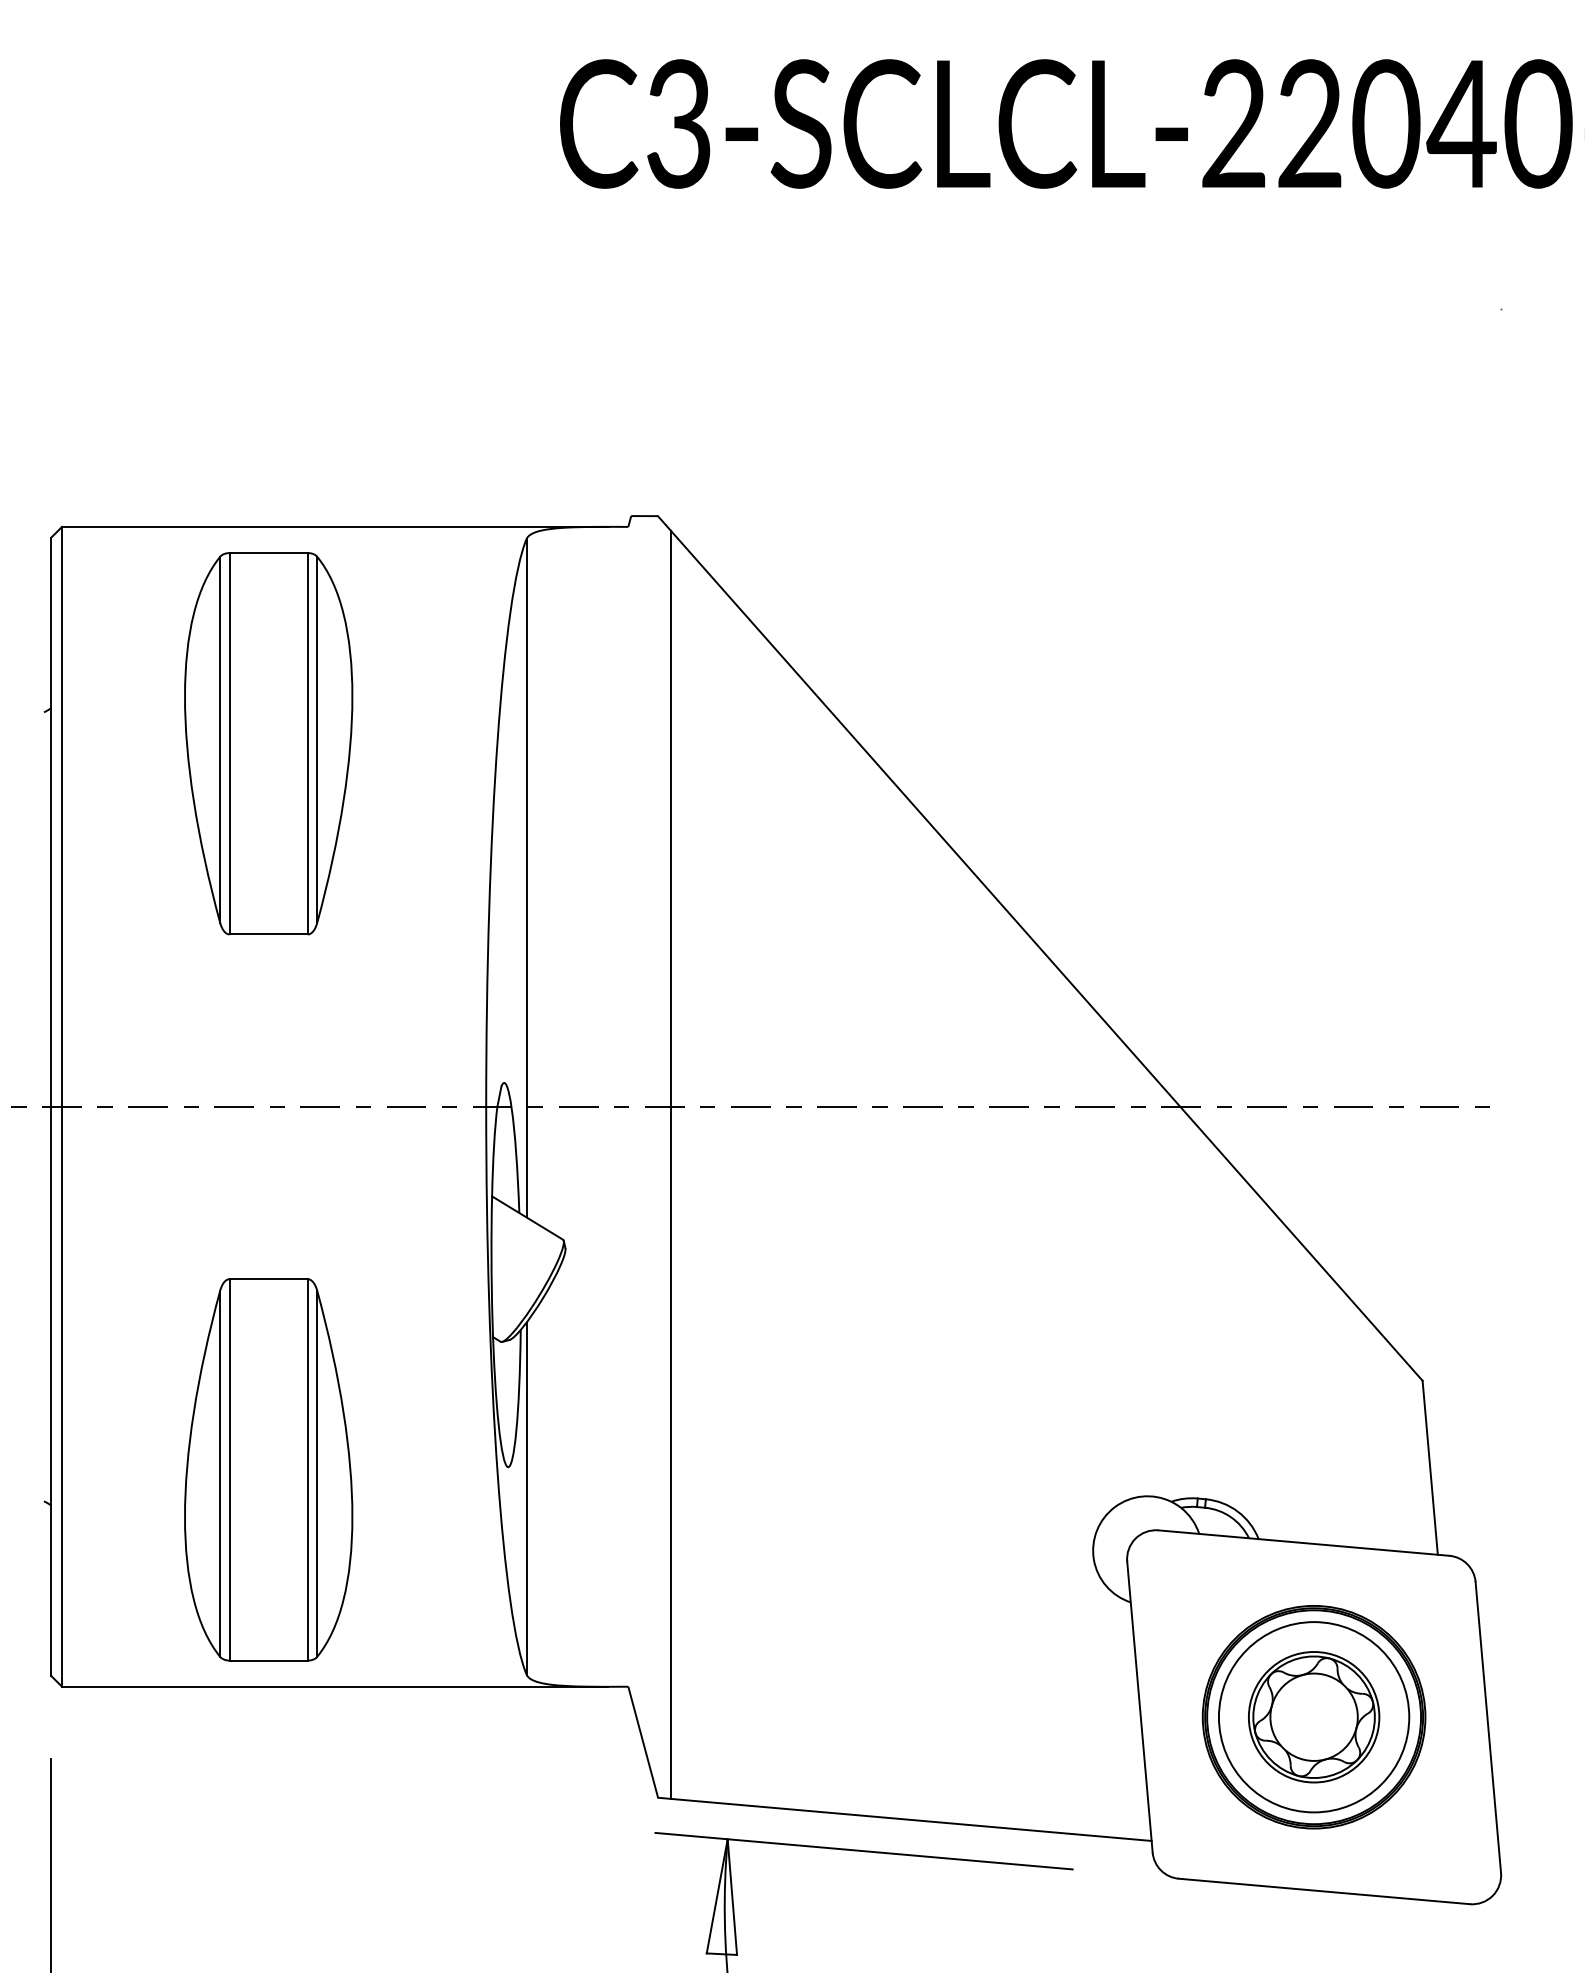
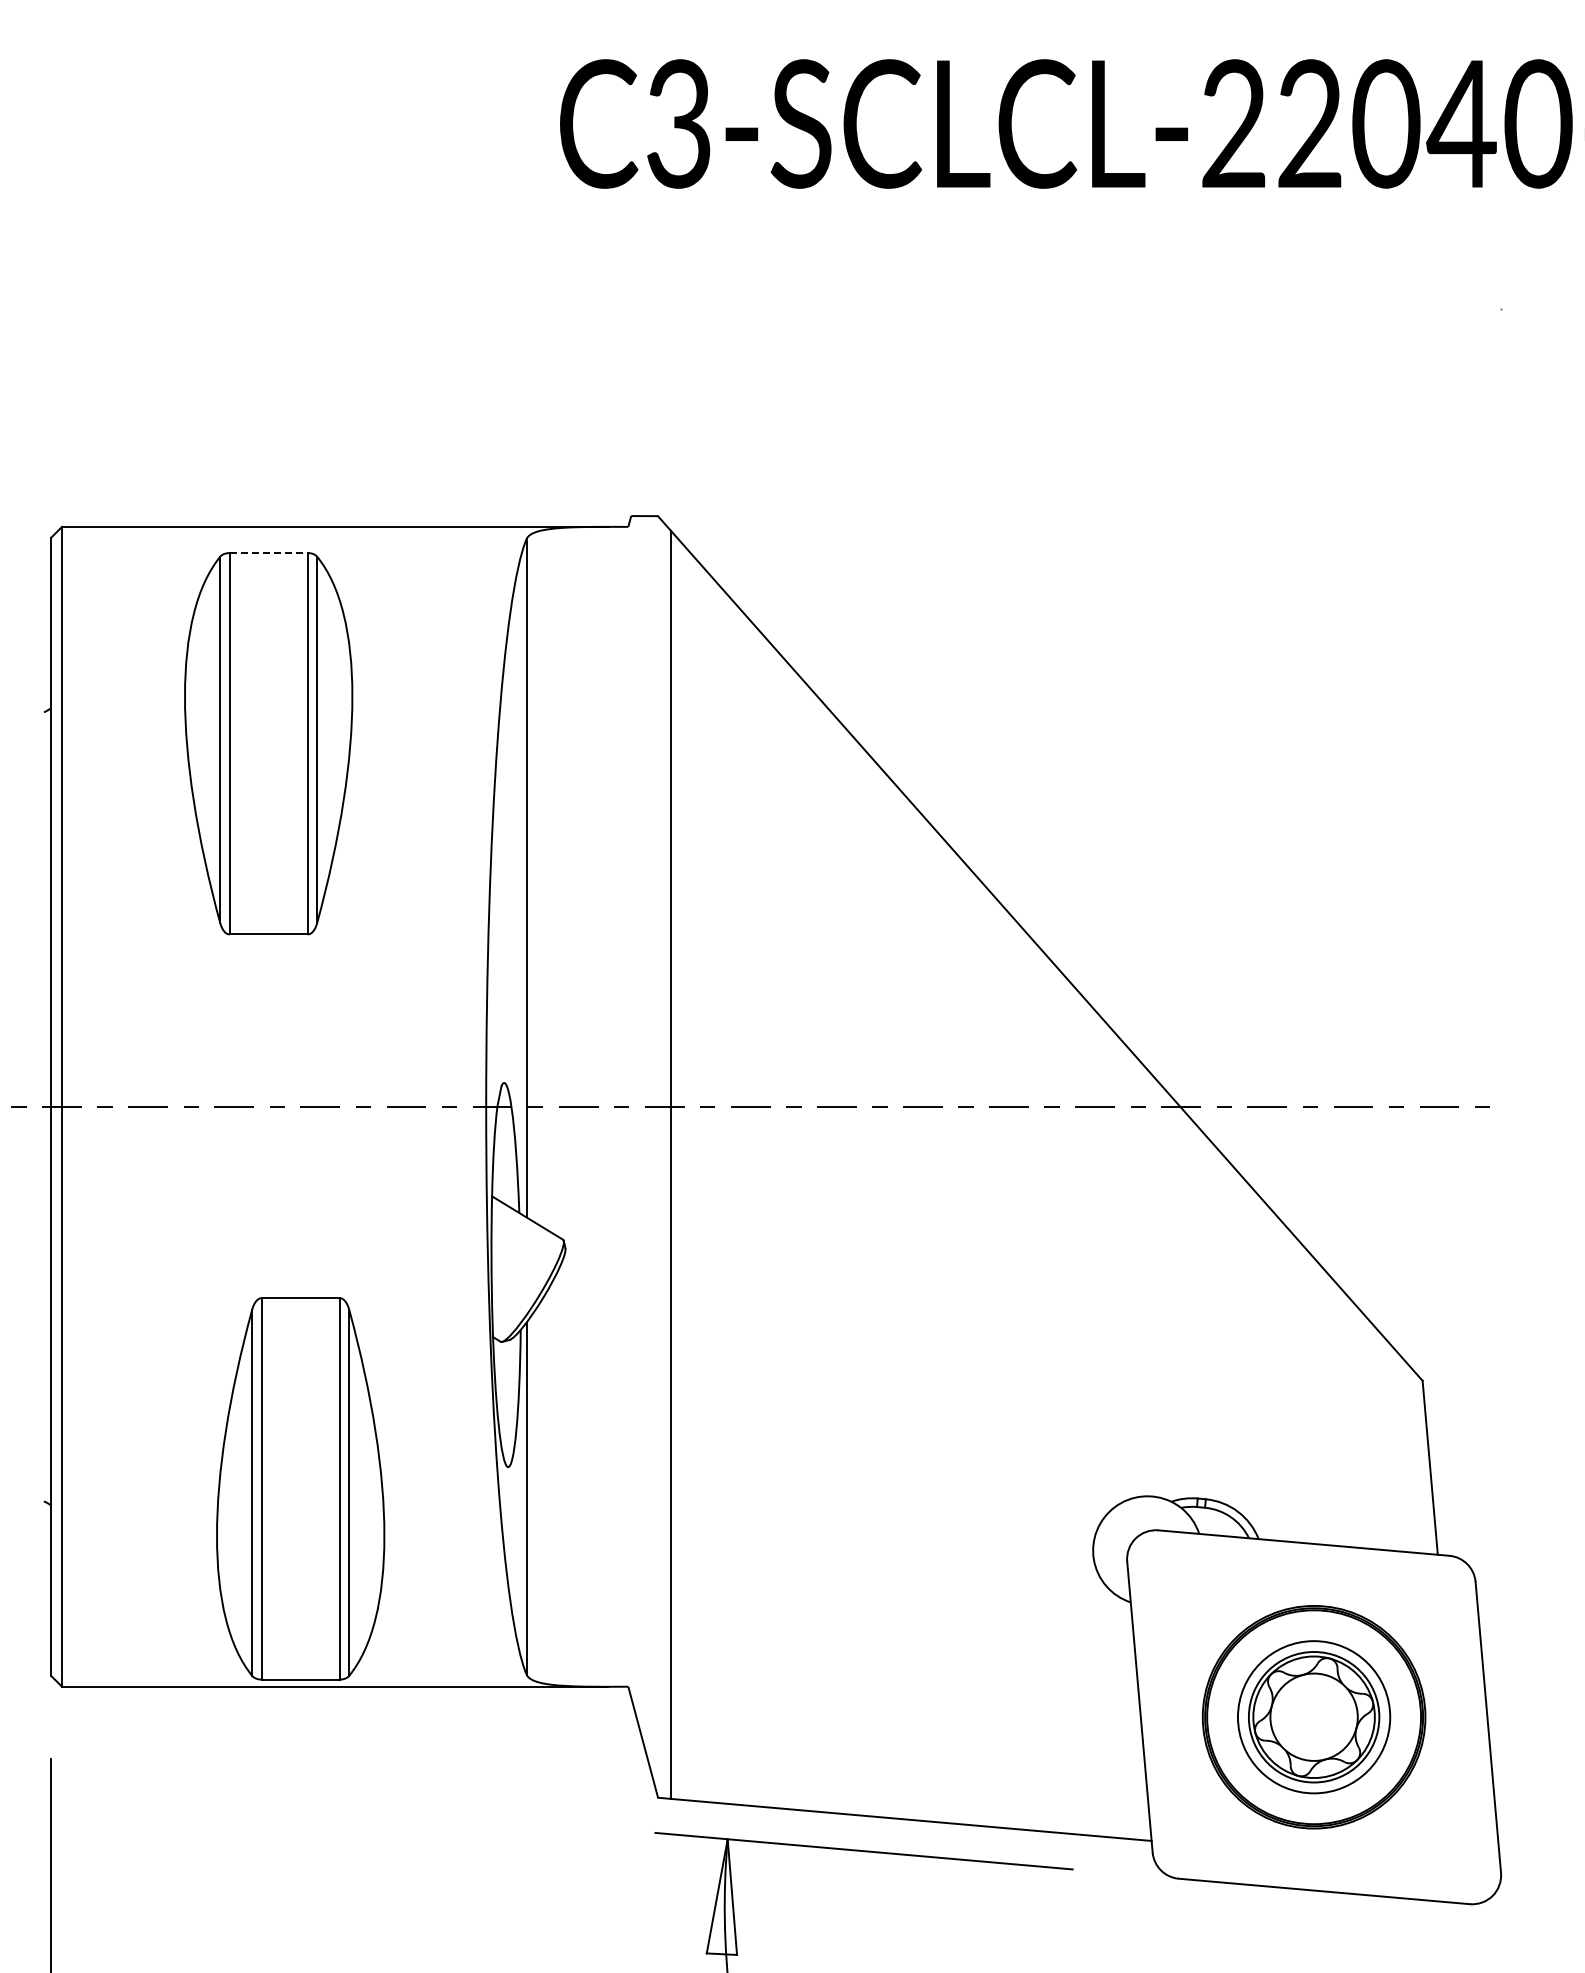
line at (269, 553): solid -> dashed
part at (268, 1469) position: (268, 1469) -> (300, 1488)
circle at (1313, 1717) diameter: 190 px -> 152 px
